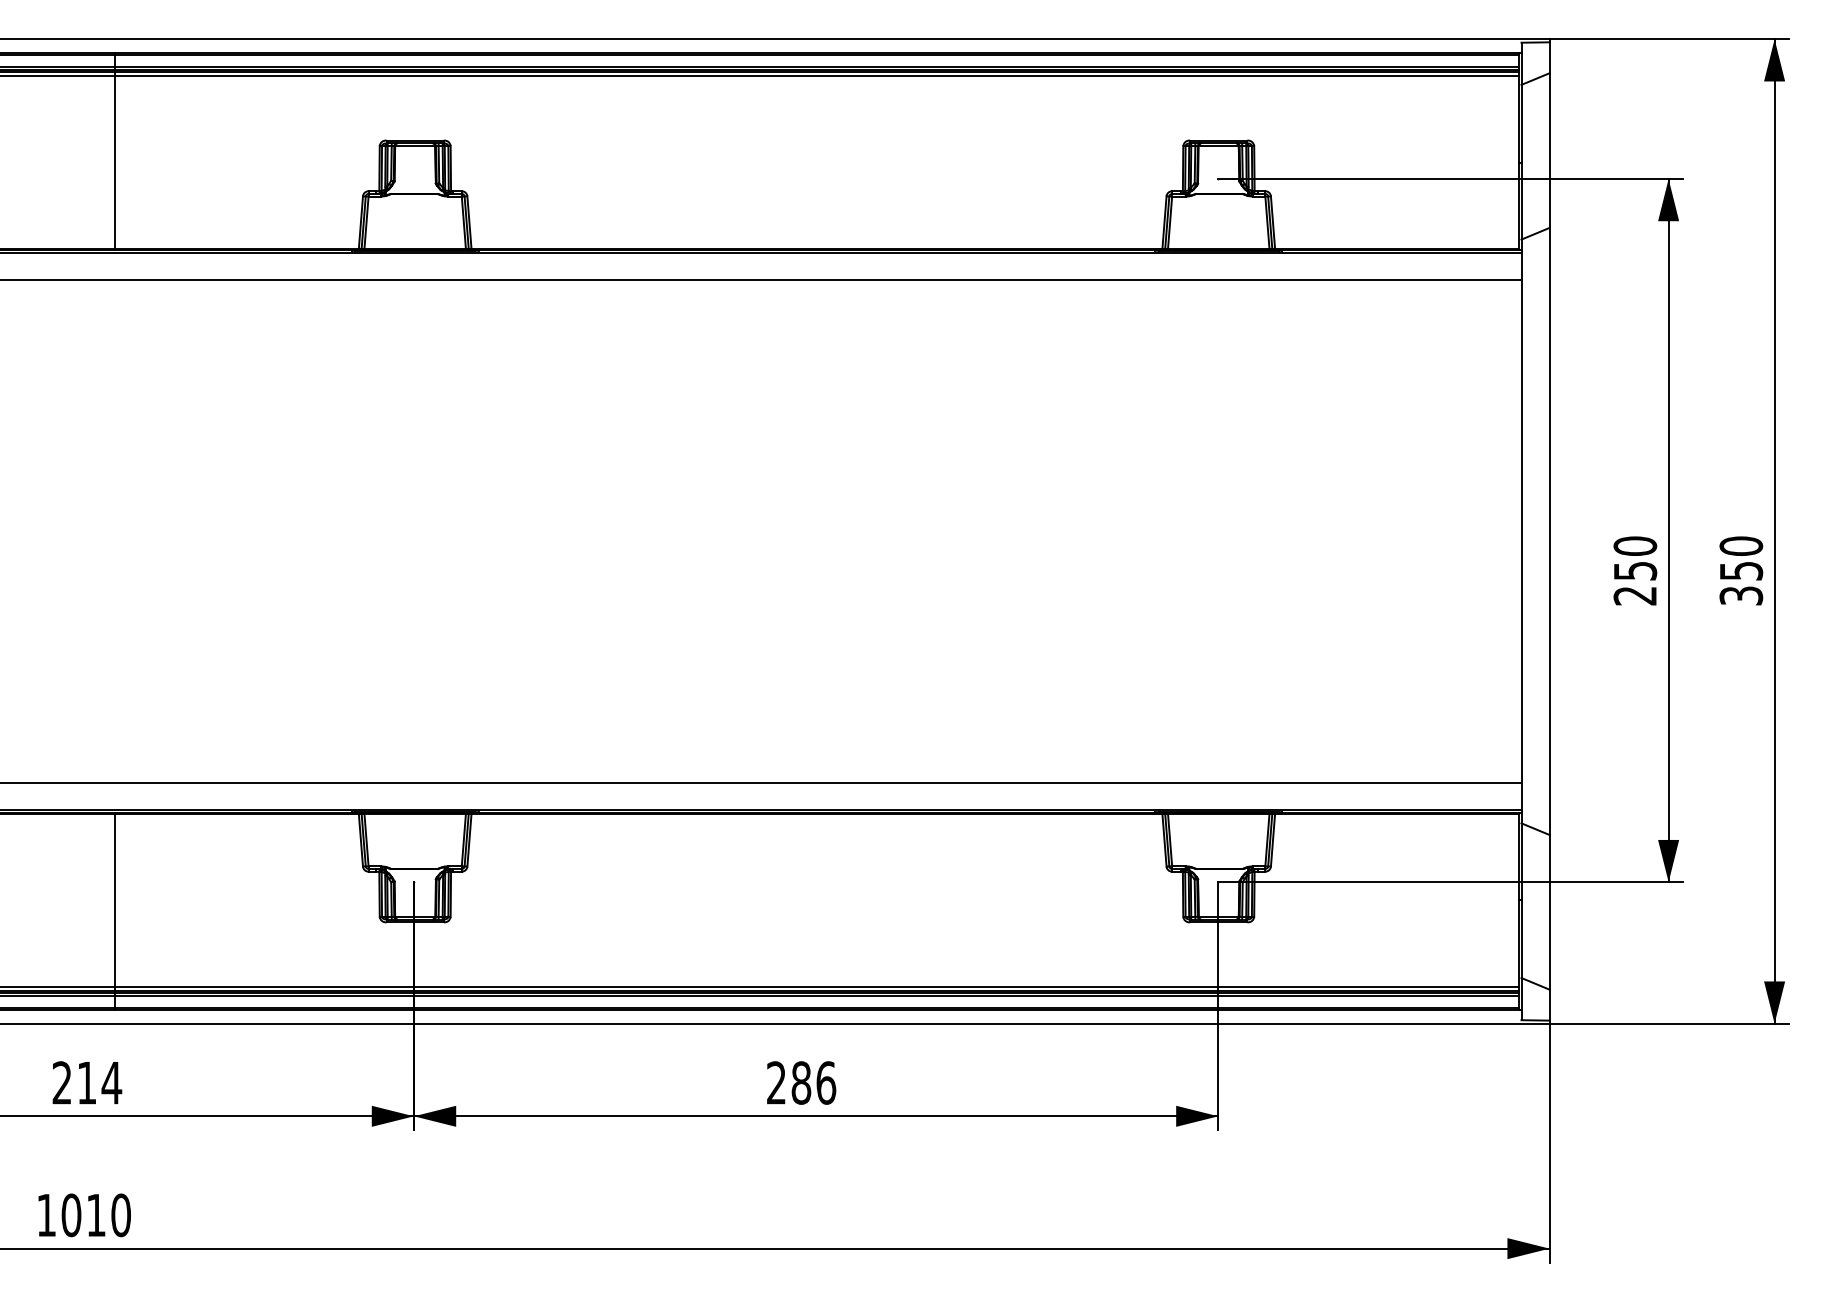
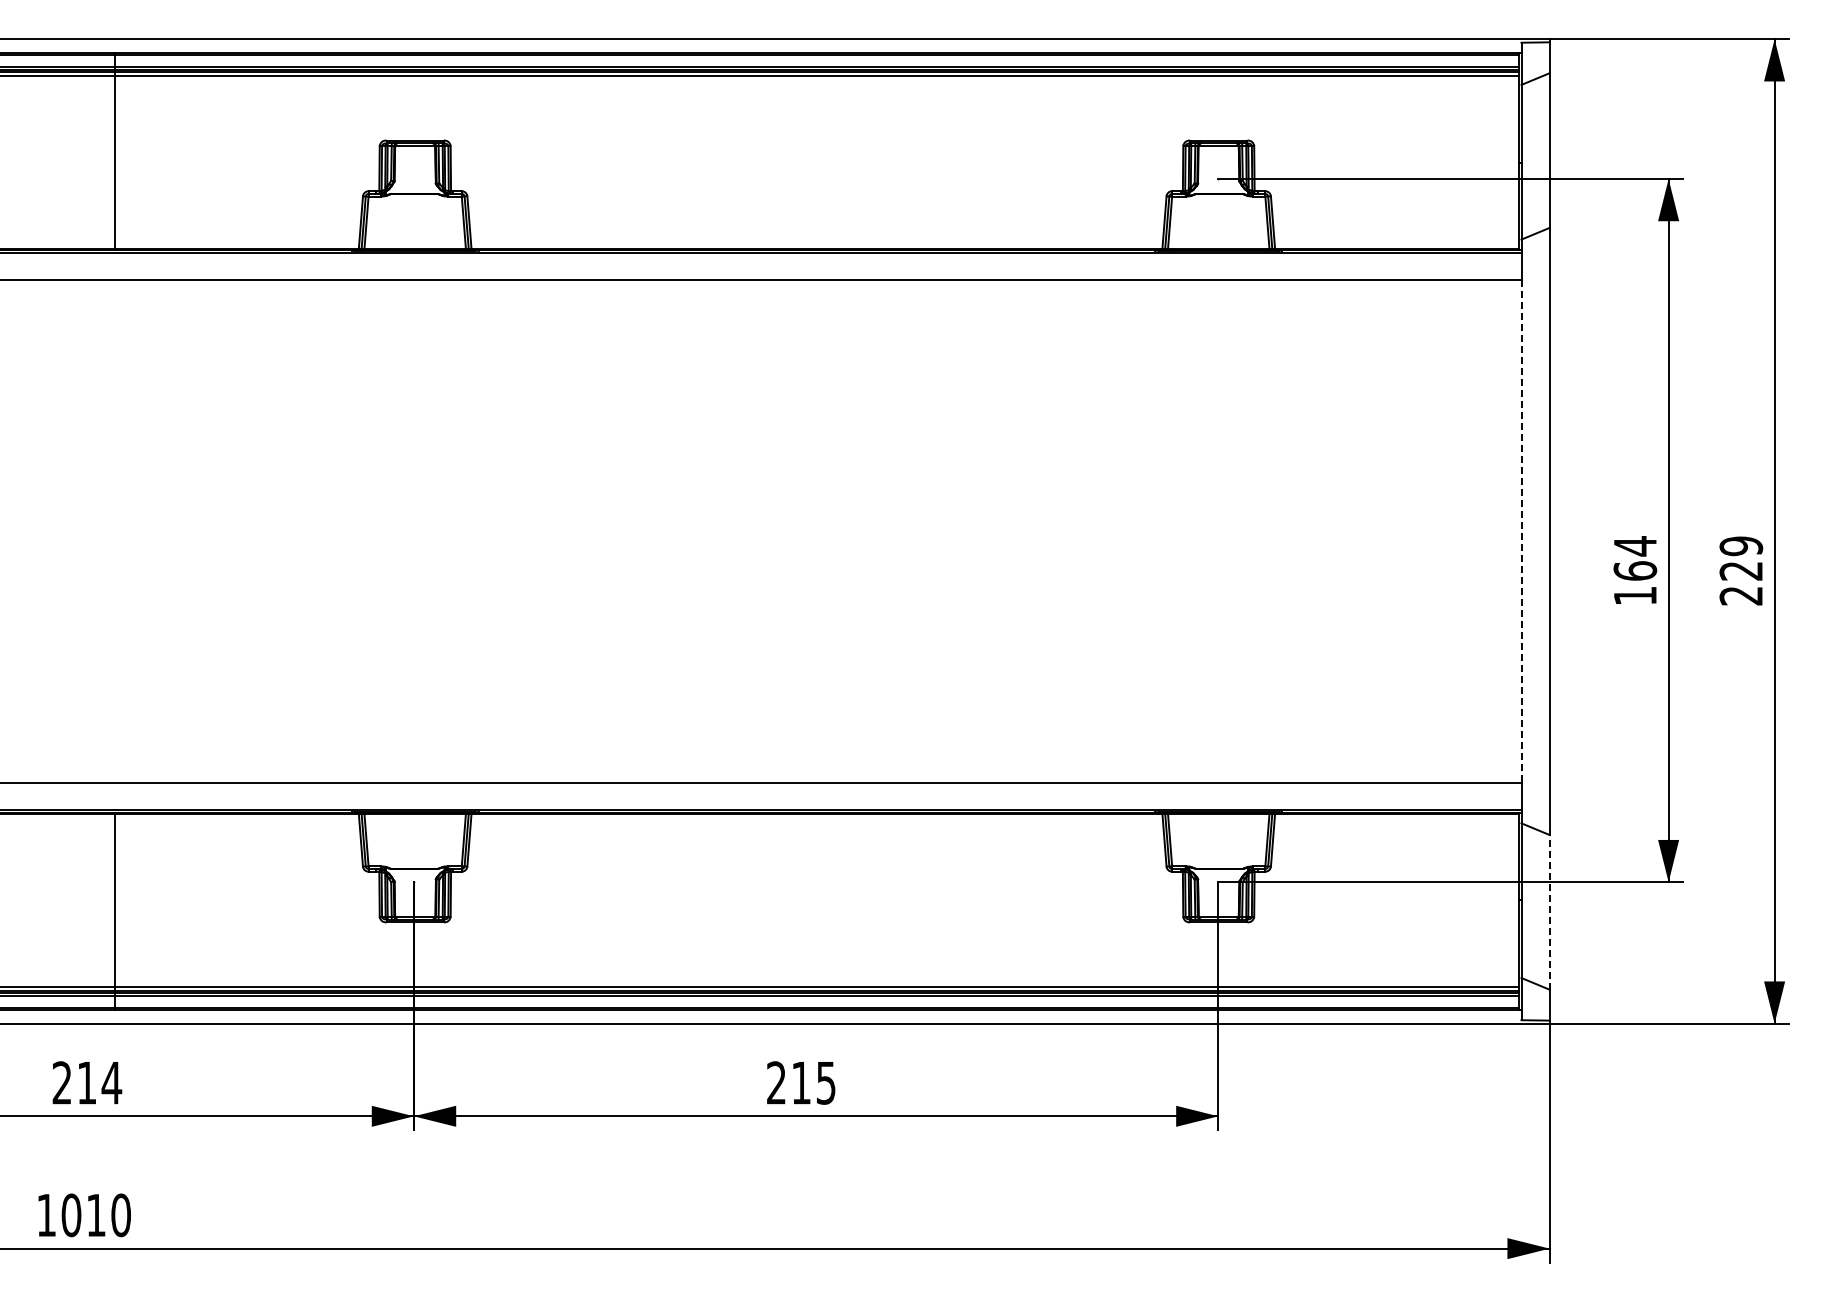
line at (1521, 531): solid -> dashed
text at (1635, 570): 250 -> 164
text at (1741, 570): 350 -> 229
line at (1549, 911): solid -> dashed
text at (813, 1082): 286 -> 215
